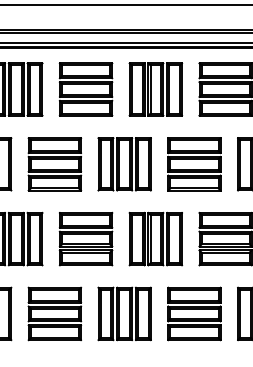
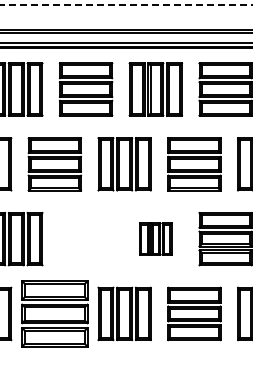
line at (126, 5): solid -> dashed
part at (85, 238): present -> none
part at (155, 238) size: 56x56 px -> 34x34 px
part at (54, 313) size: 56x56 px -> 68x68 px
